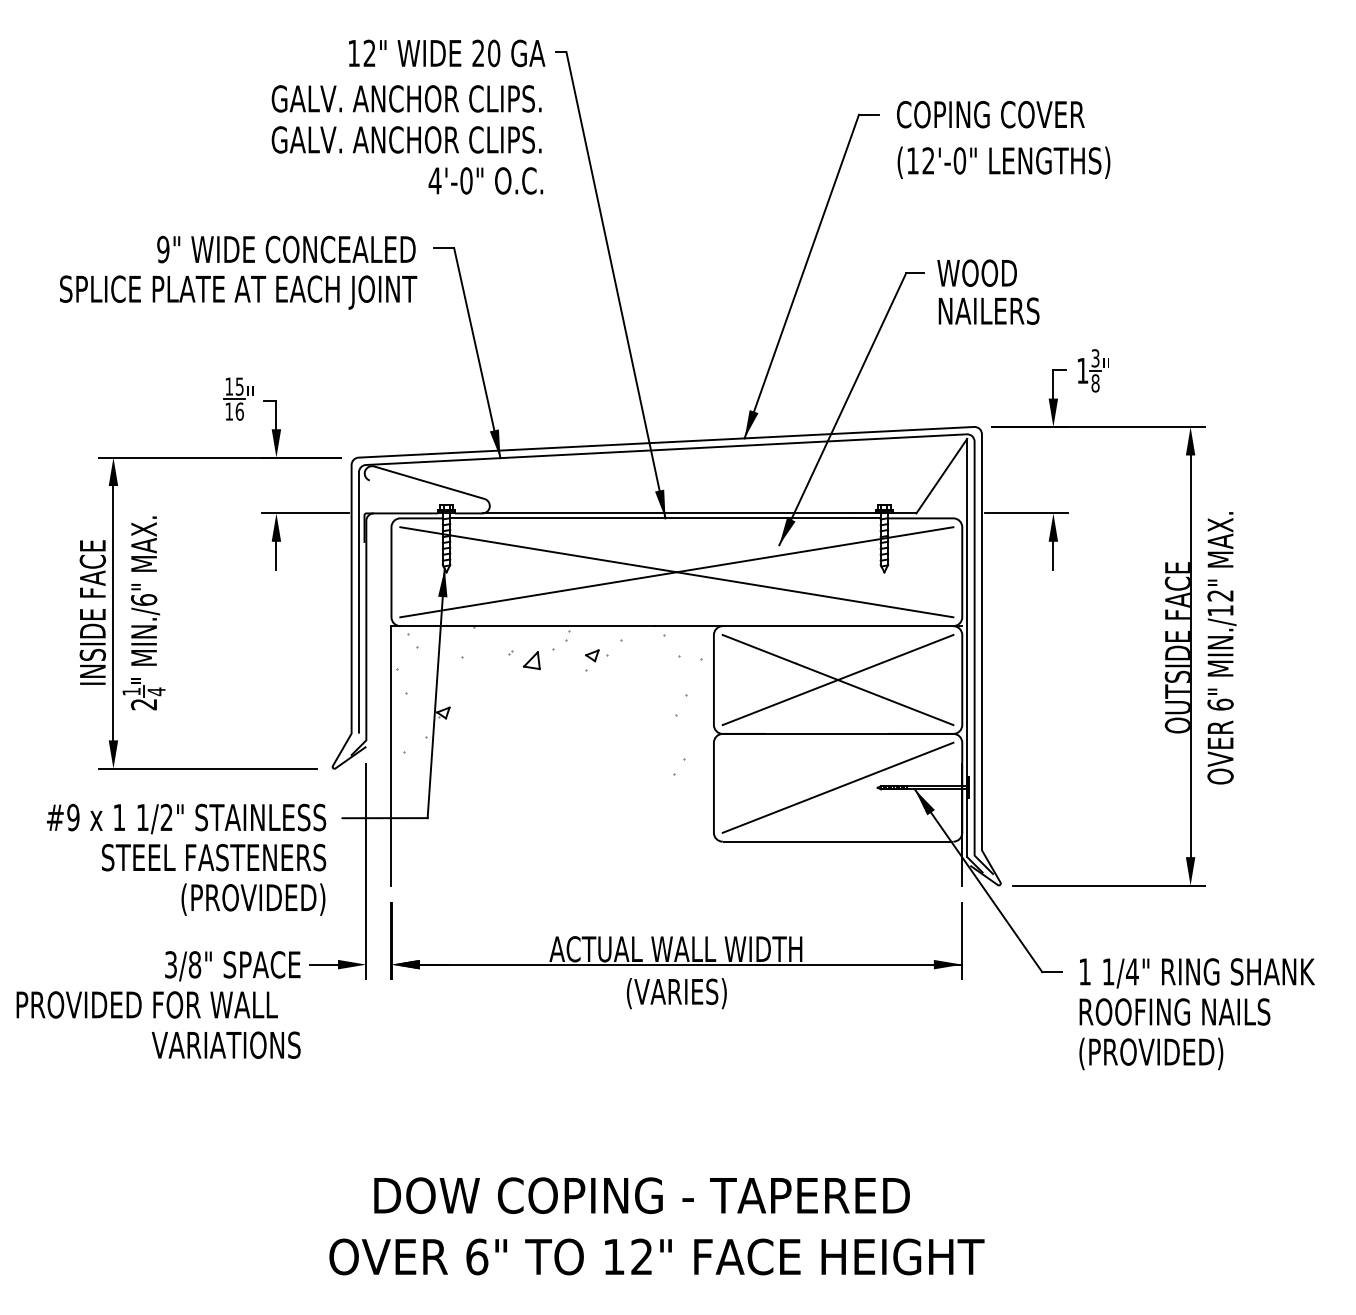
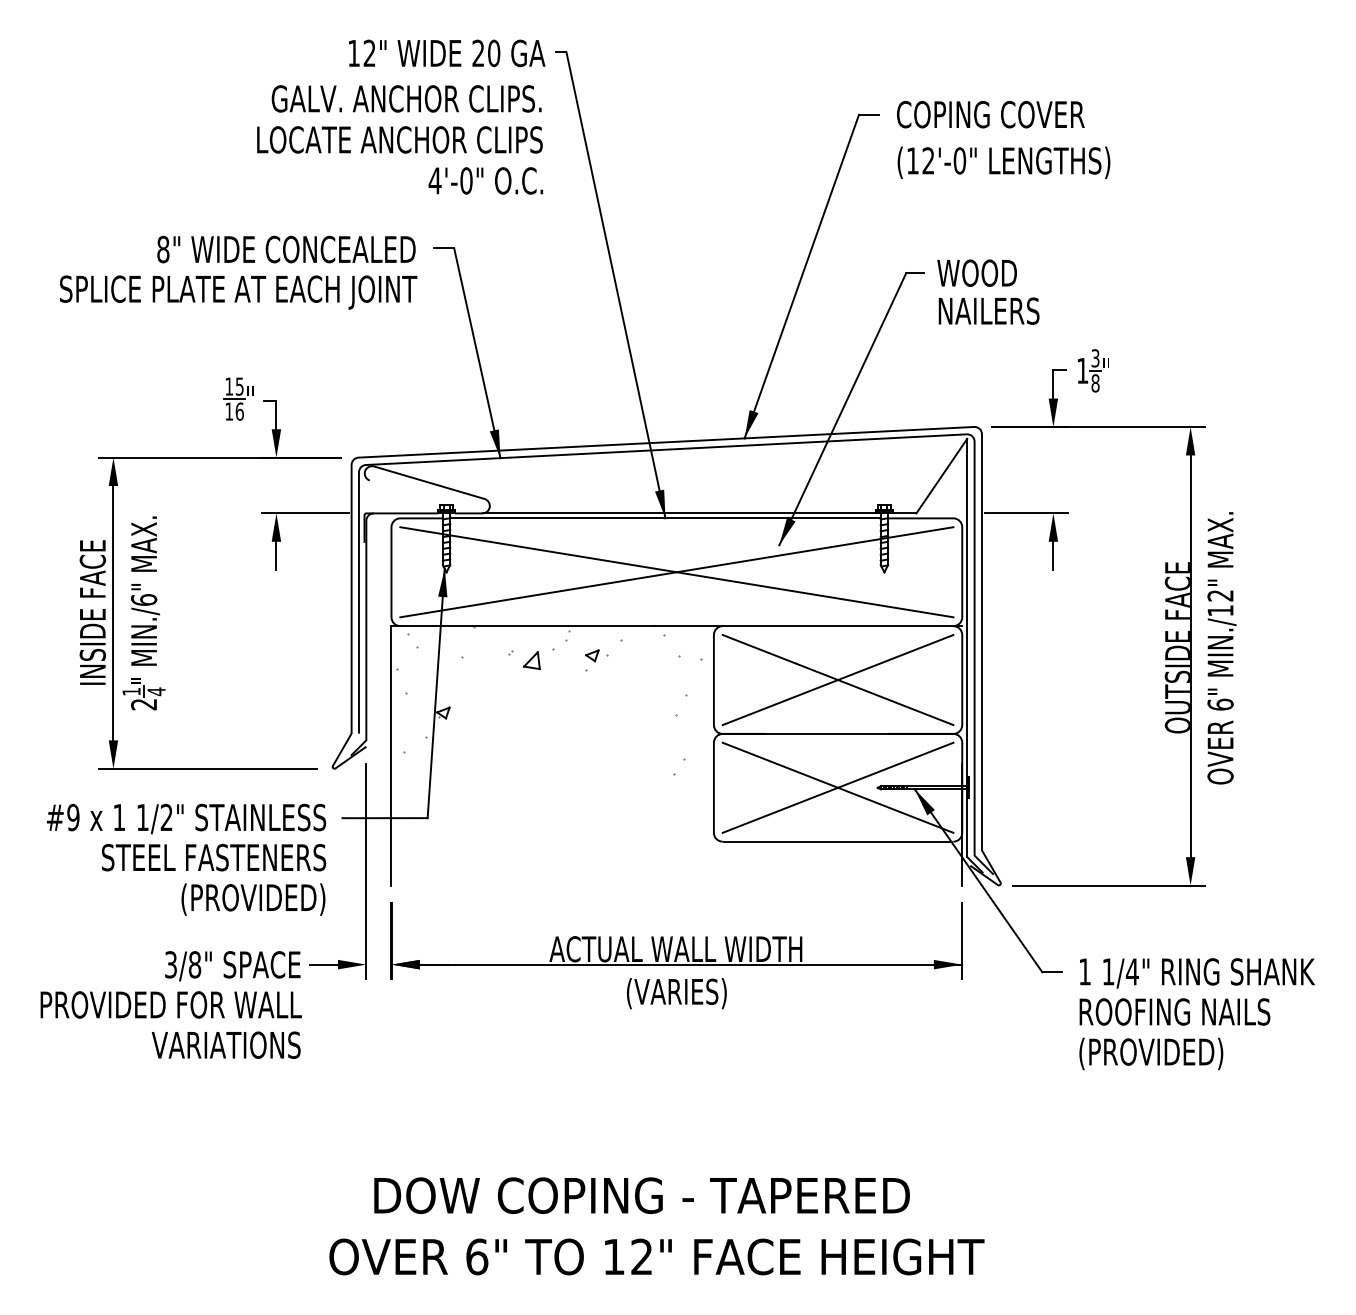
text at (399, 139): GALV. ANCHOR CLIPS. -> LOCATE ANCHOR CLIPS
text at (163, 249): 9" -> 8"
line at (837, 787): none -> present
text at (146, 1004) position: (146, 1004) -> (170, 1004)
